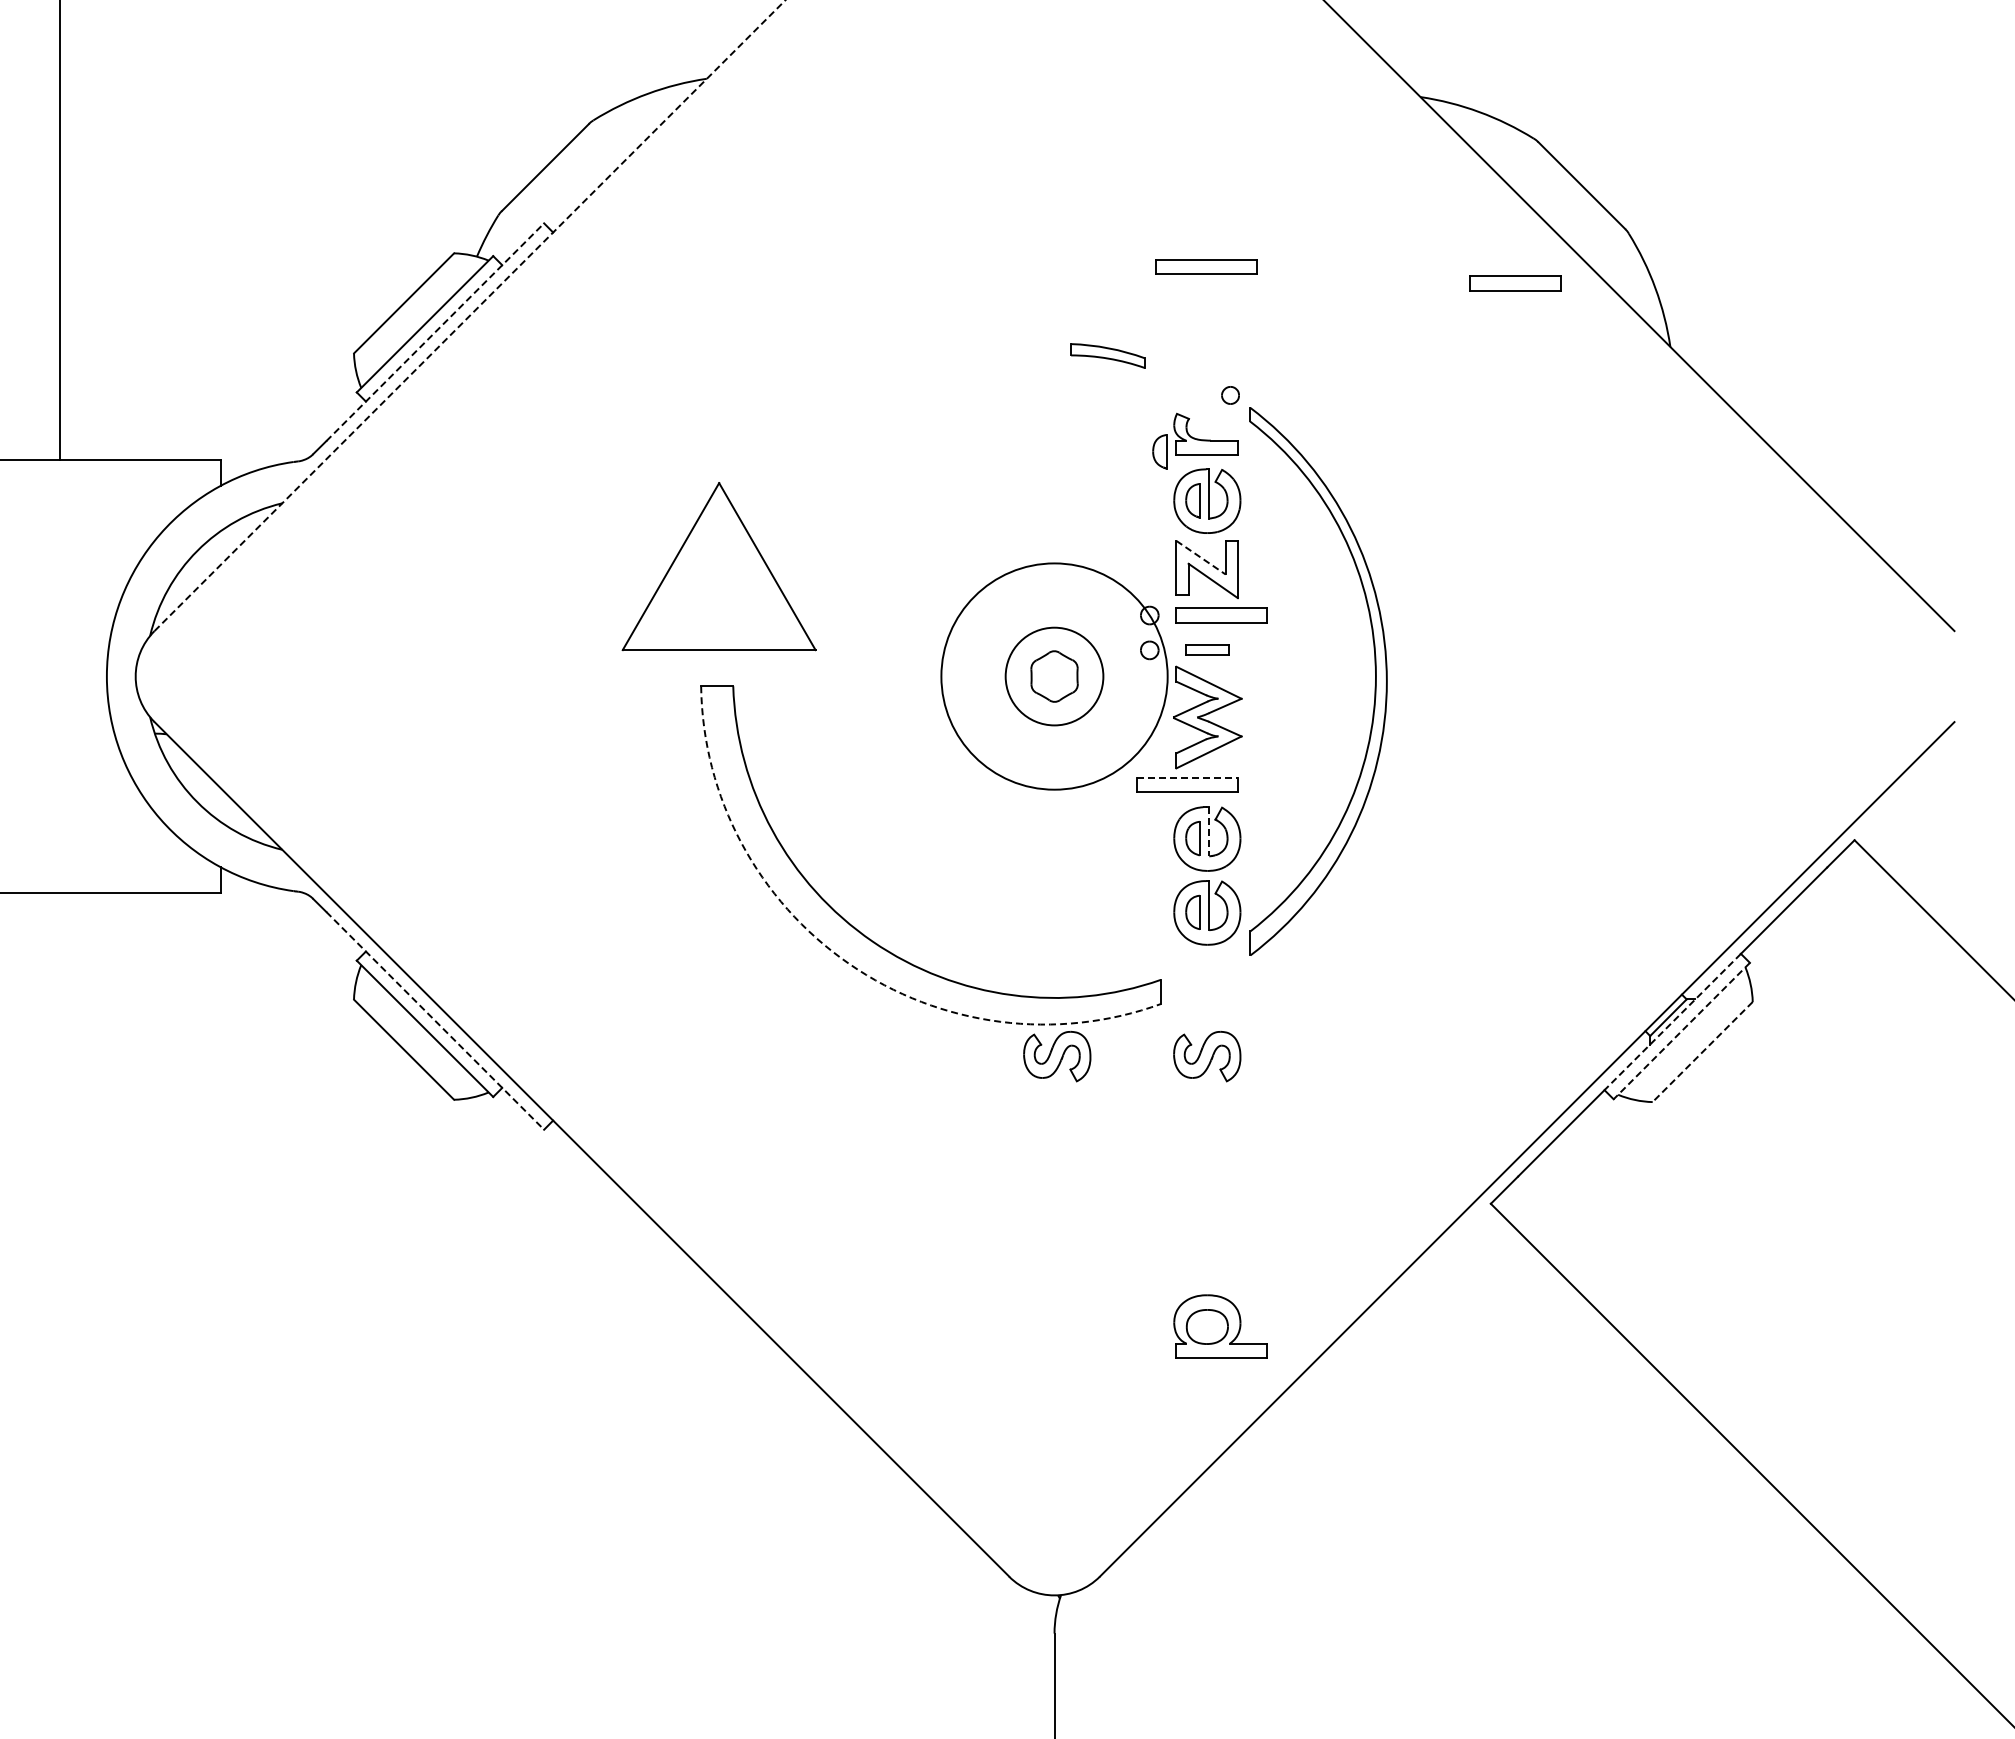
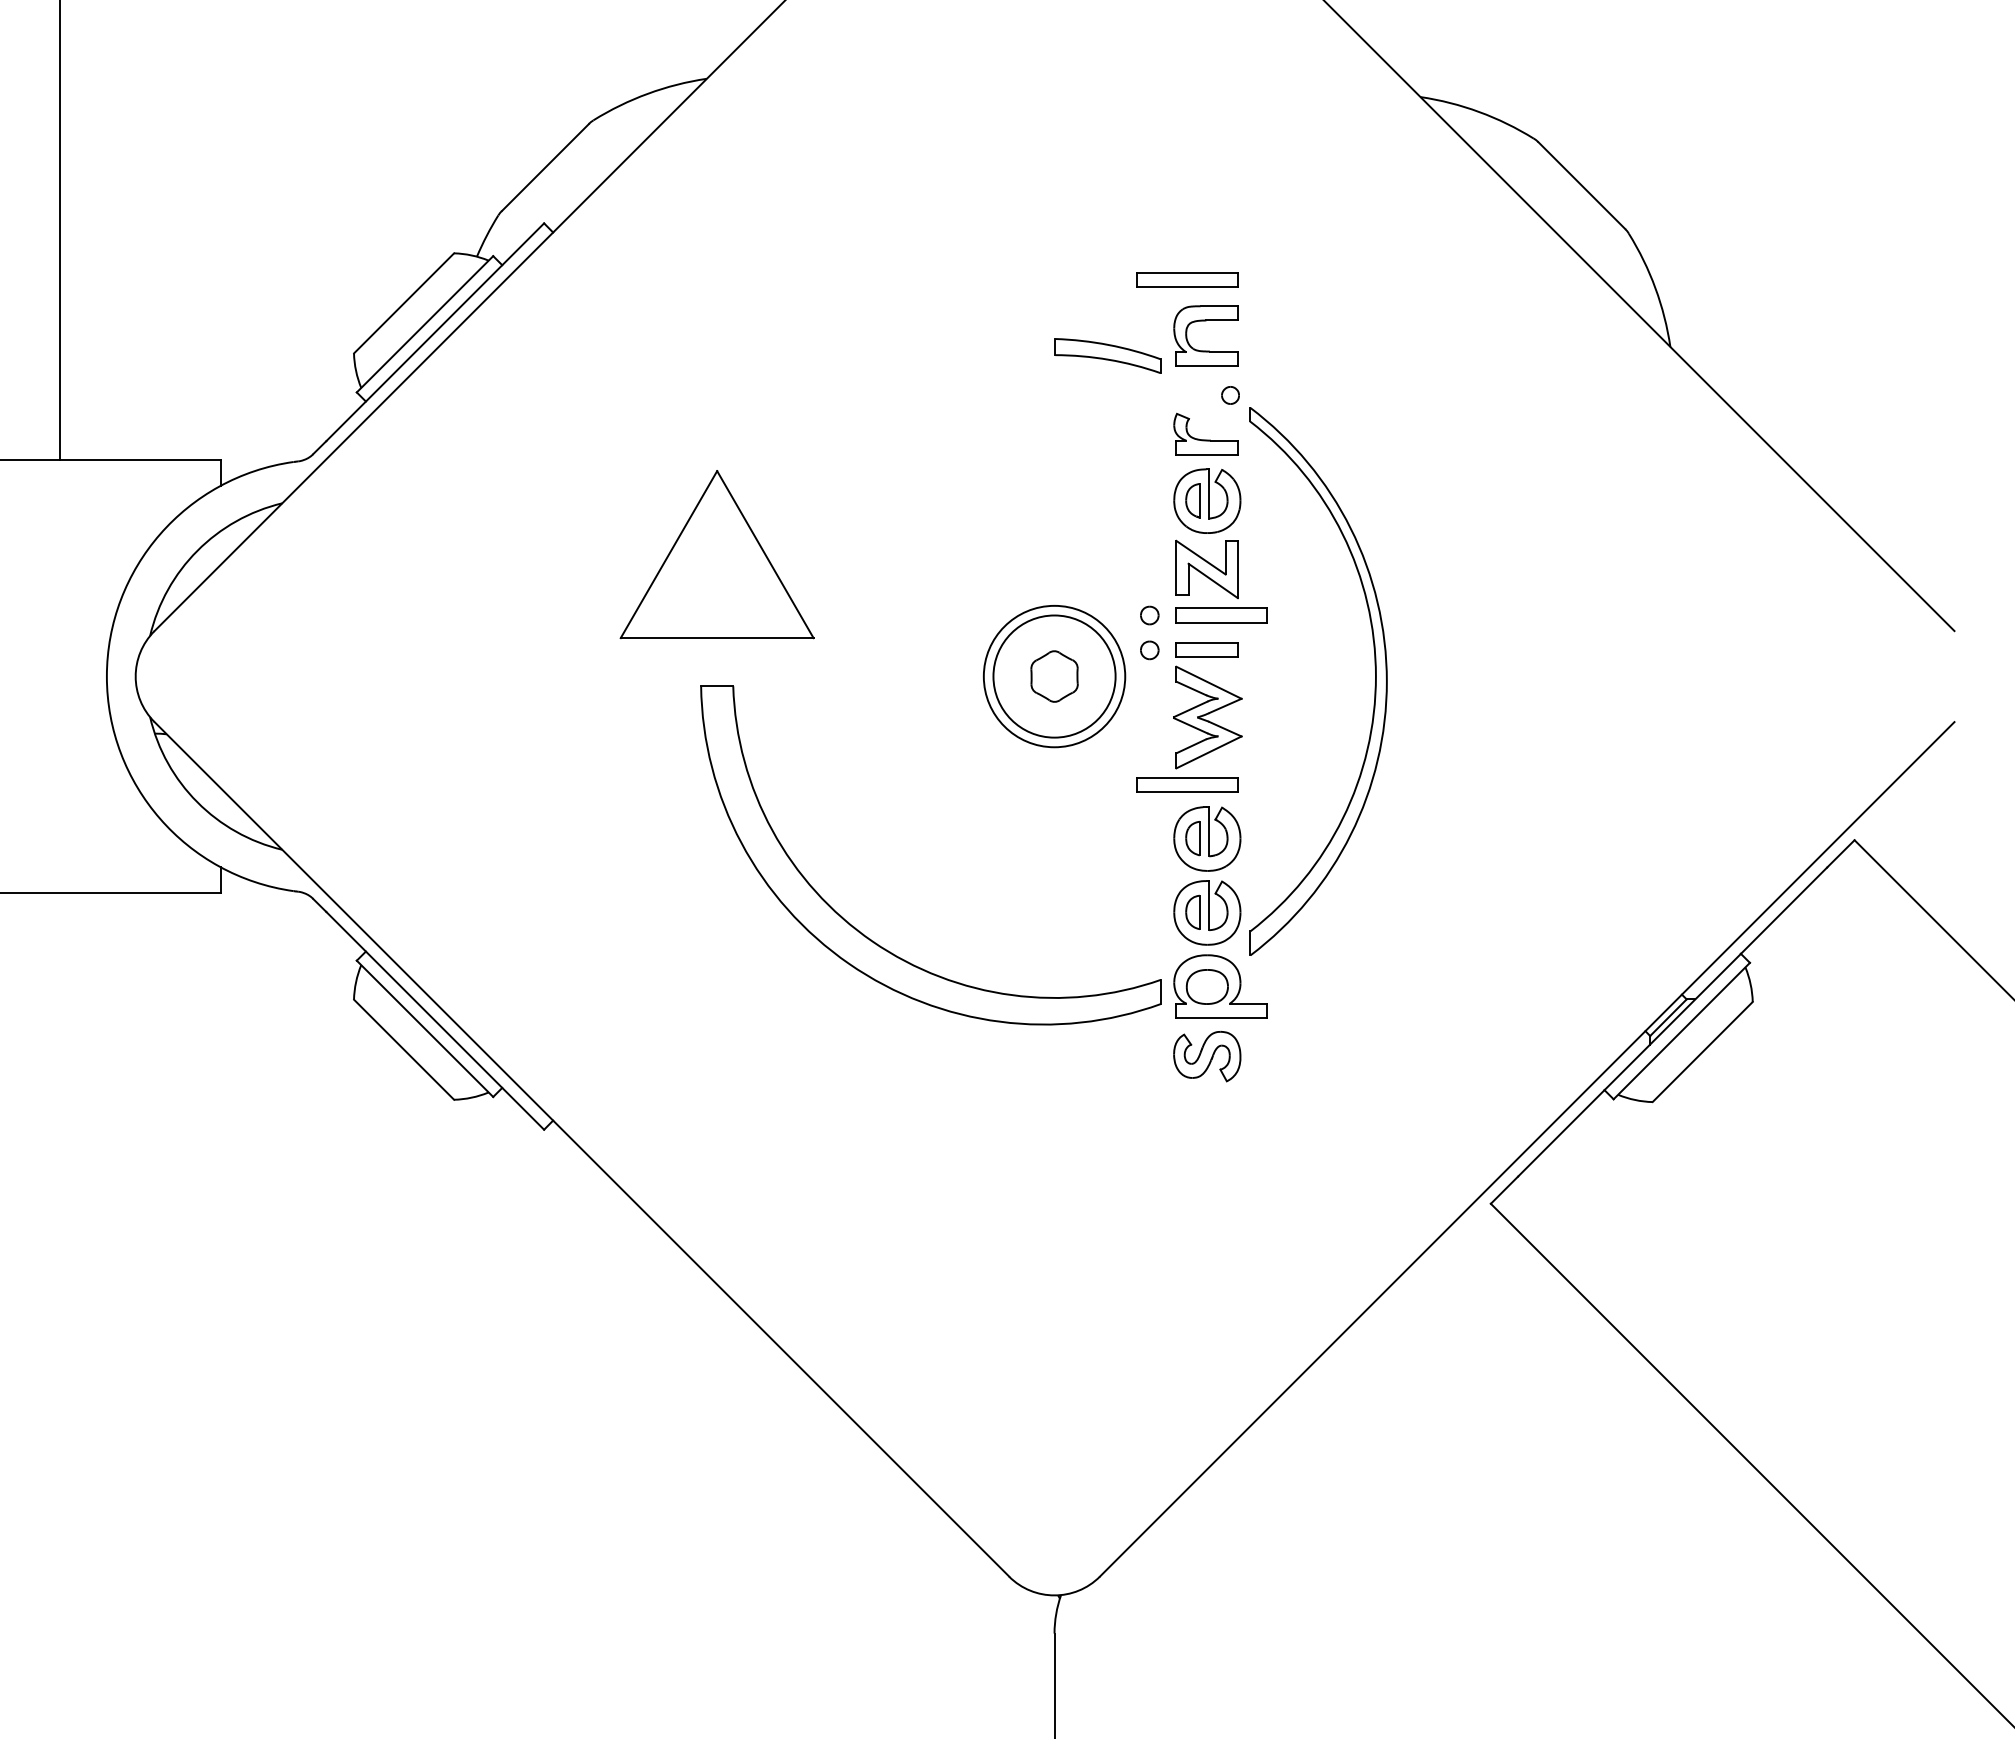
part at (1206, 266) position: (1206, 266) -> (1187, 279)
part at (1515, 283): present -> none
line at (469, 315): dashed -> solid
part at (1205, 321): none -> present
line at (435, 332): dashed -> solid
part at (1107, 355) size: 76x26 px -> 108x36 px
part at (1159, 451): present -> none
line at (1201, 557): dashed -> solid
part at (718, 566) position: (718, 566) -> (716, 554)
part at (1207, 649) size: 45x12 px -> 64x16 px
circle at (1054, 676) diameter: 226 px -> 141 px
circle at (1054, 676) diameter: 98 px -> 122 px
line at (1188, 777): dashed -> solid
line at (1209, 831): dashed -> solid
arc at (849, 963): dashed -> solid
line at (435, 1020): dashed -> solid
line at (1672, 1022): dashed -> solid
line at (1681, 1031): dashed -> solid
line at (1702, 1051): dashed -> solid
part at (1057, 1056): present -> none
part at (1220, 1326) position: (1220, 1326) -> (1220, 986)
